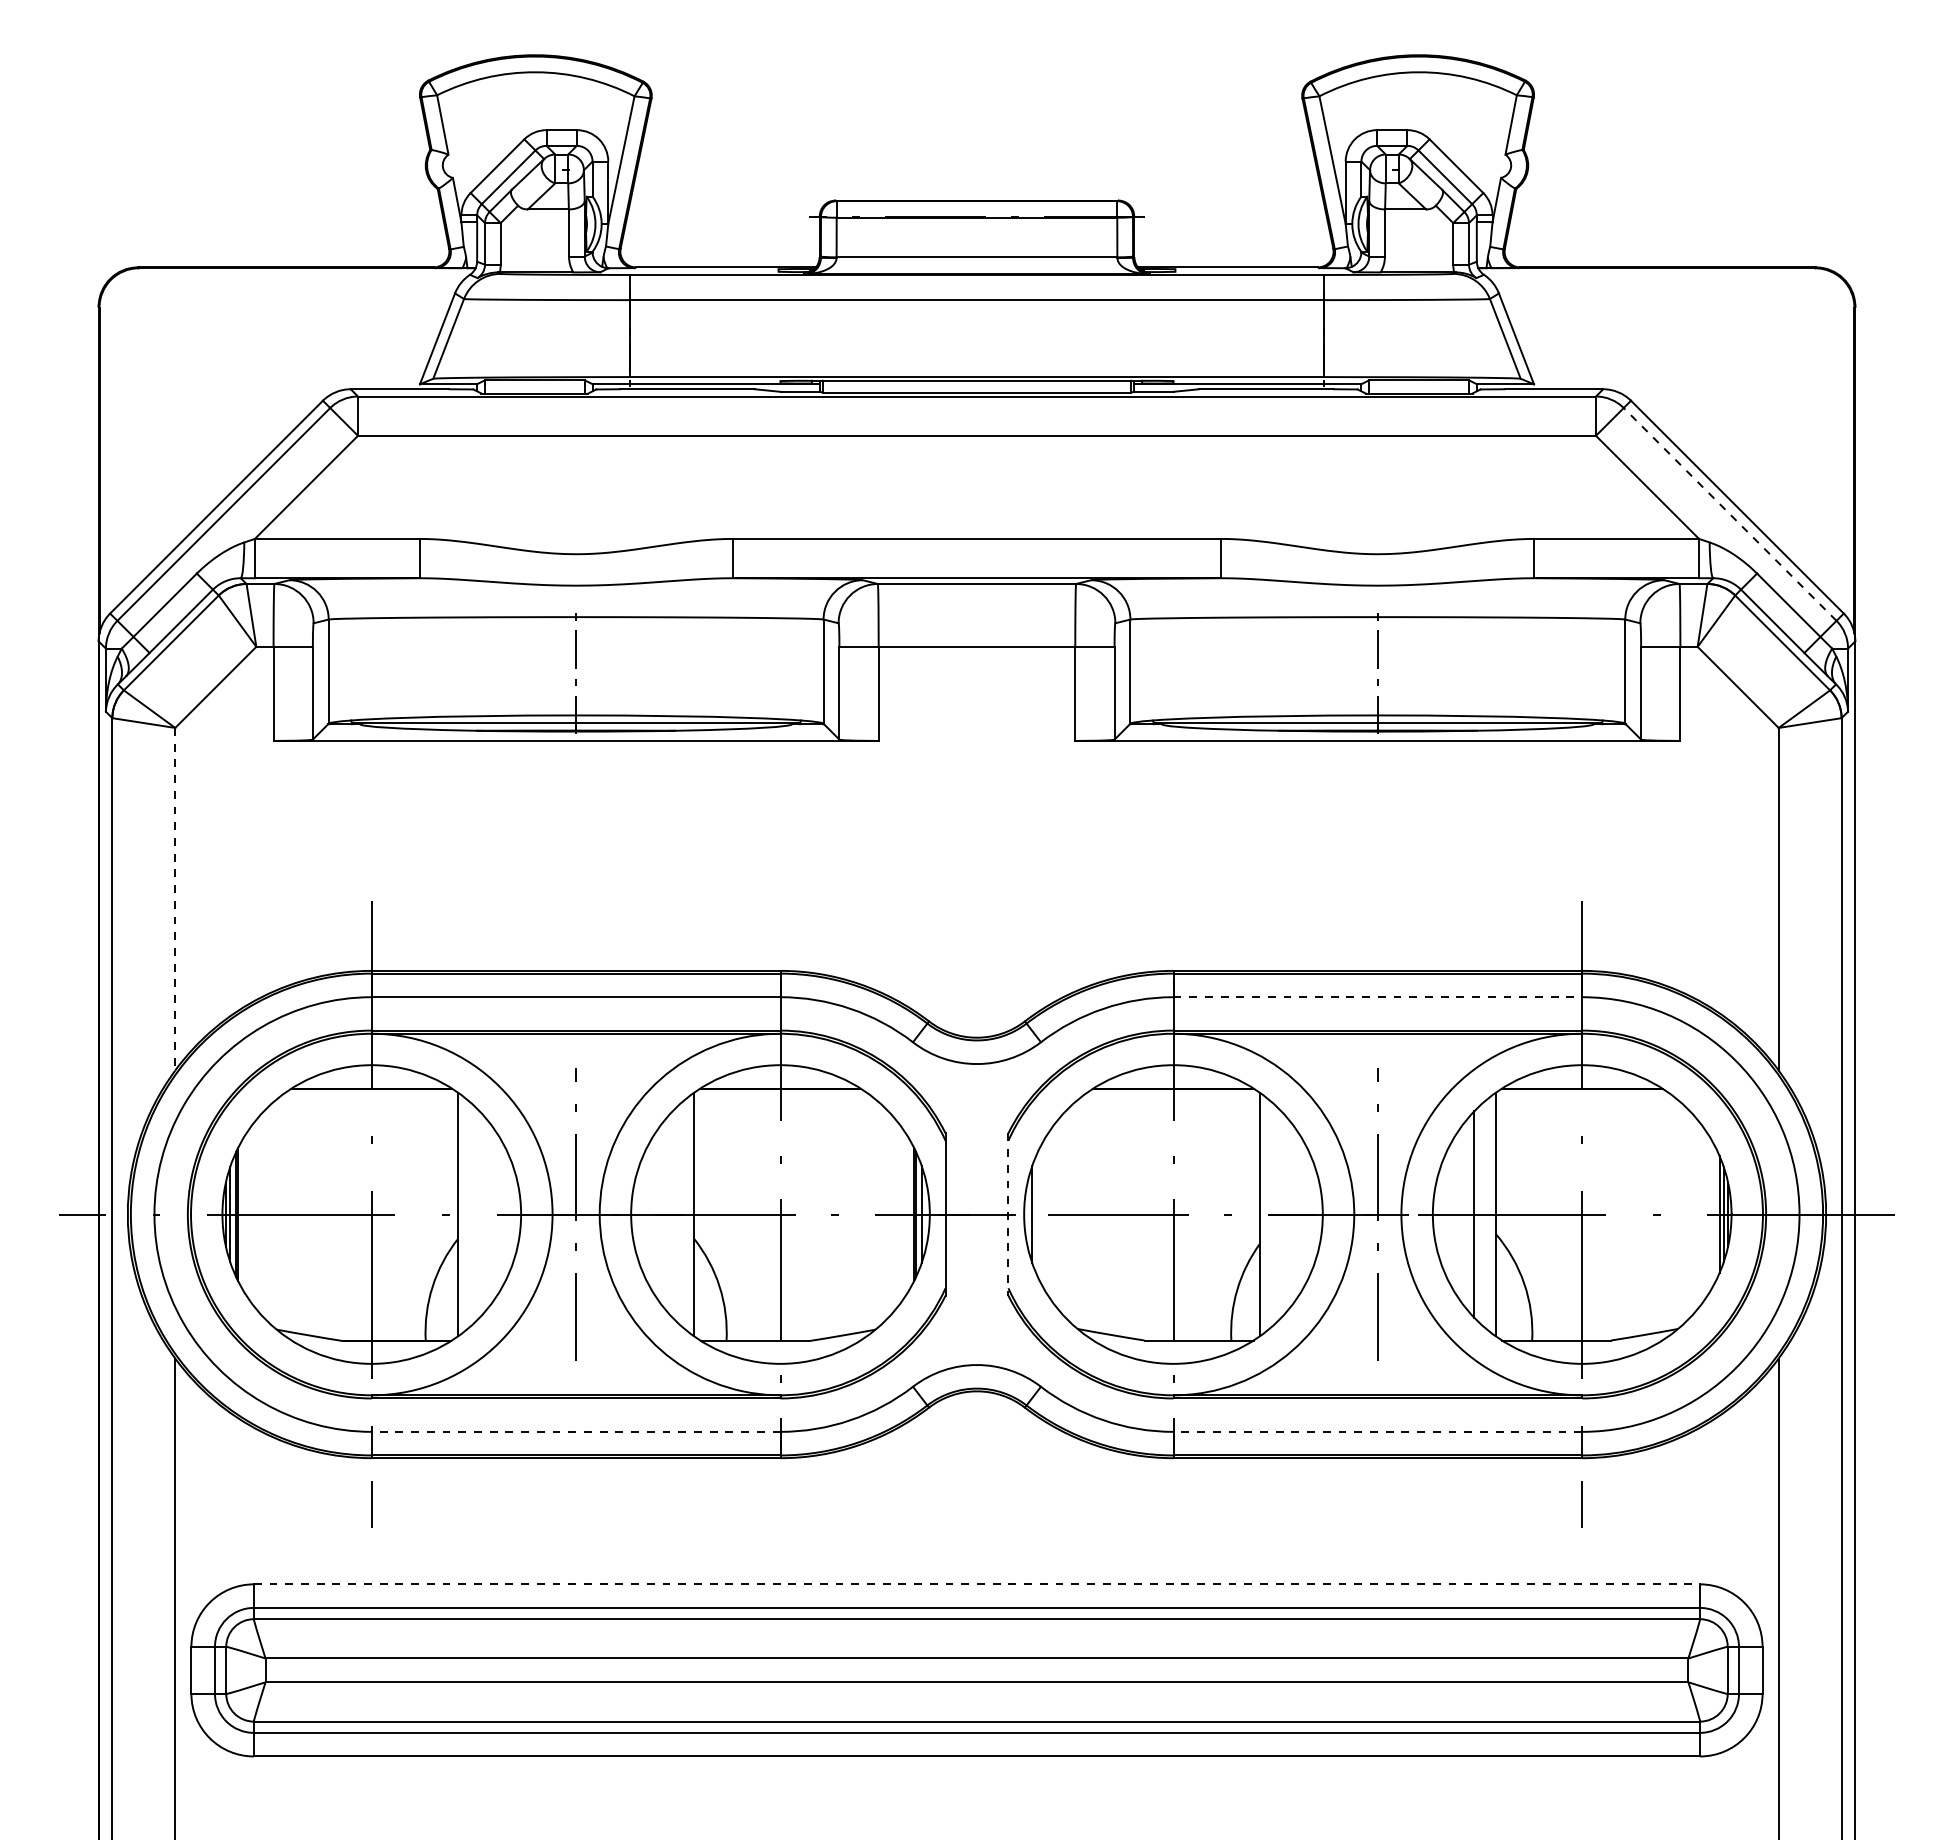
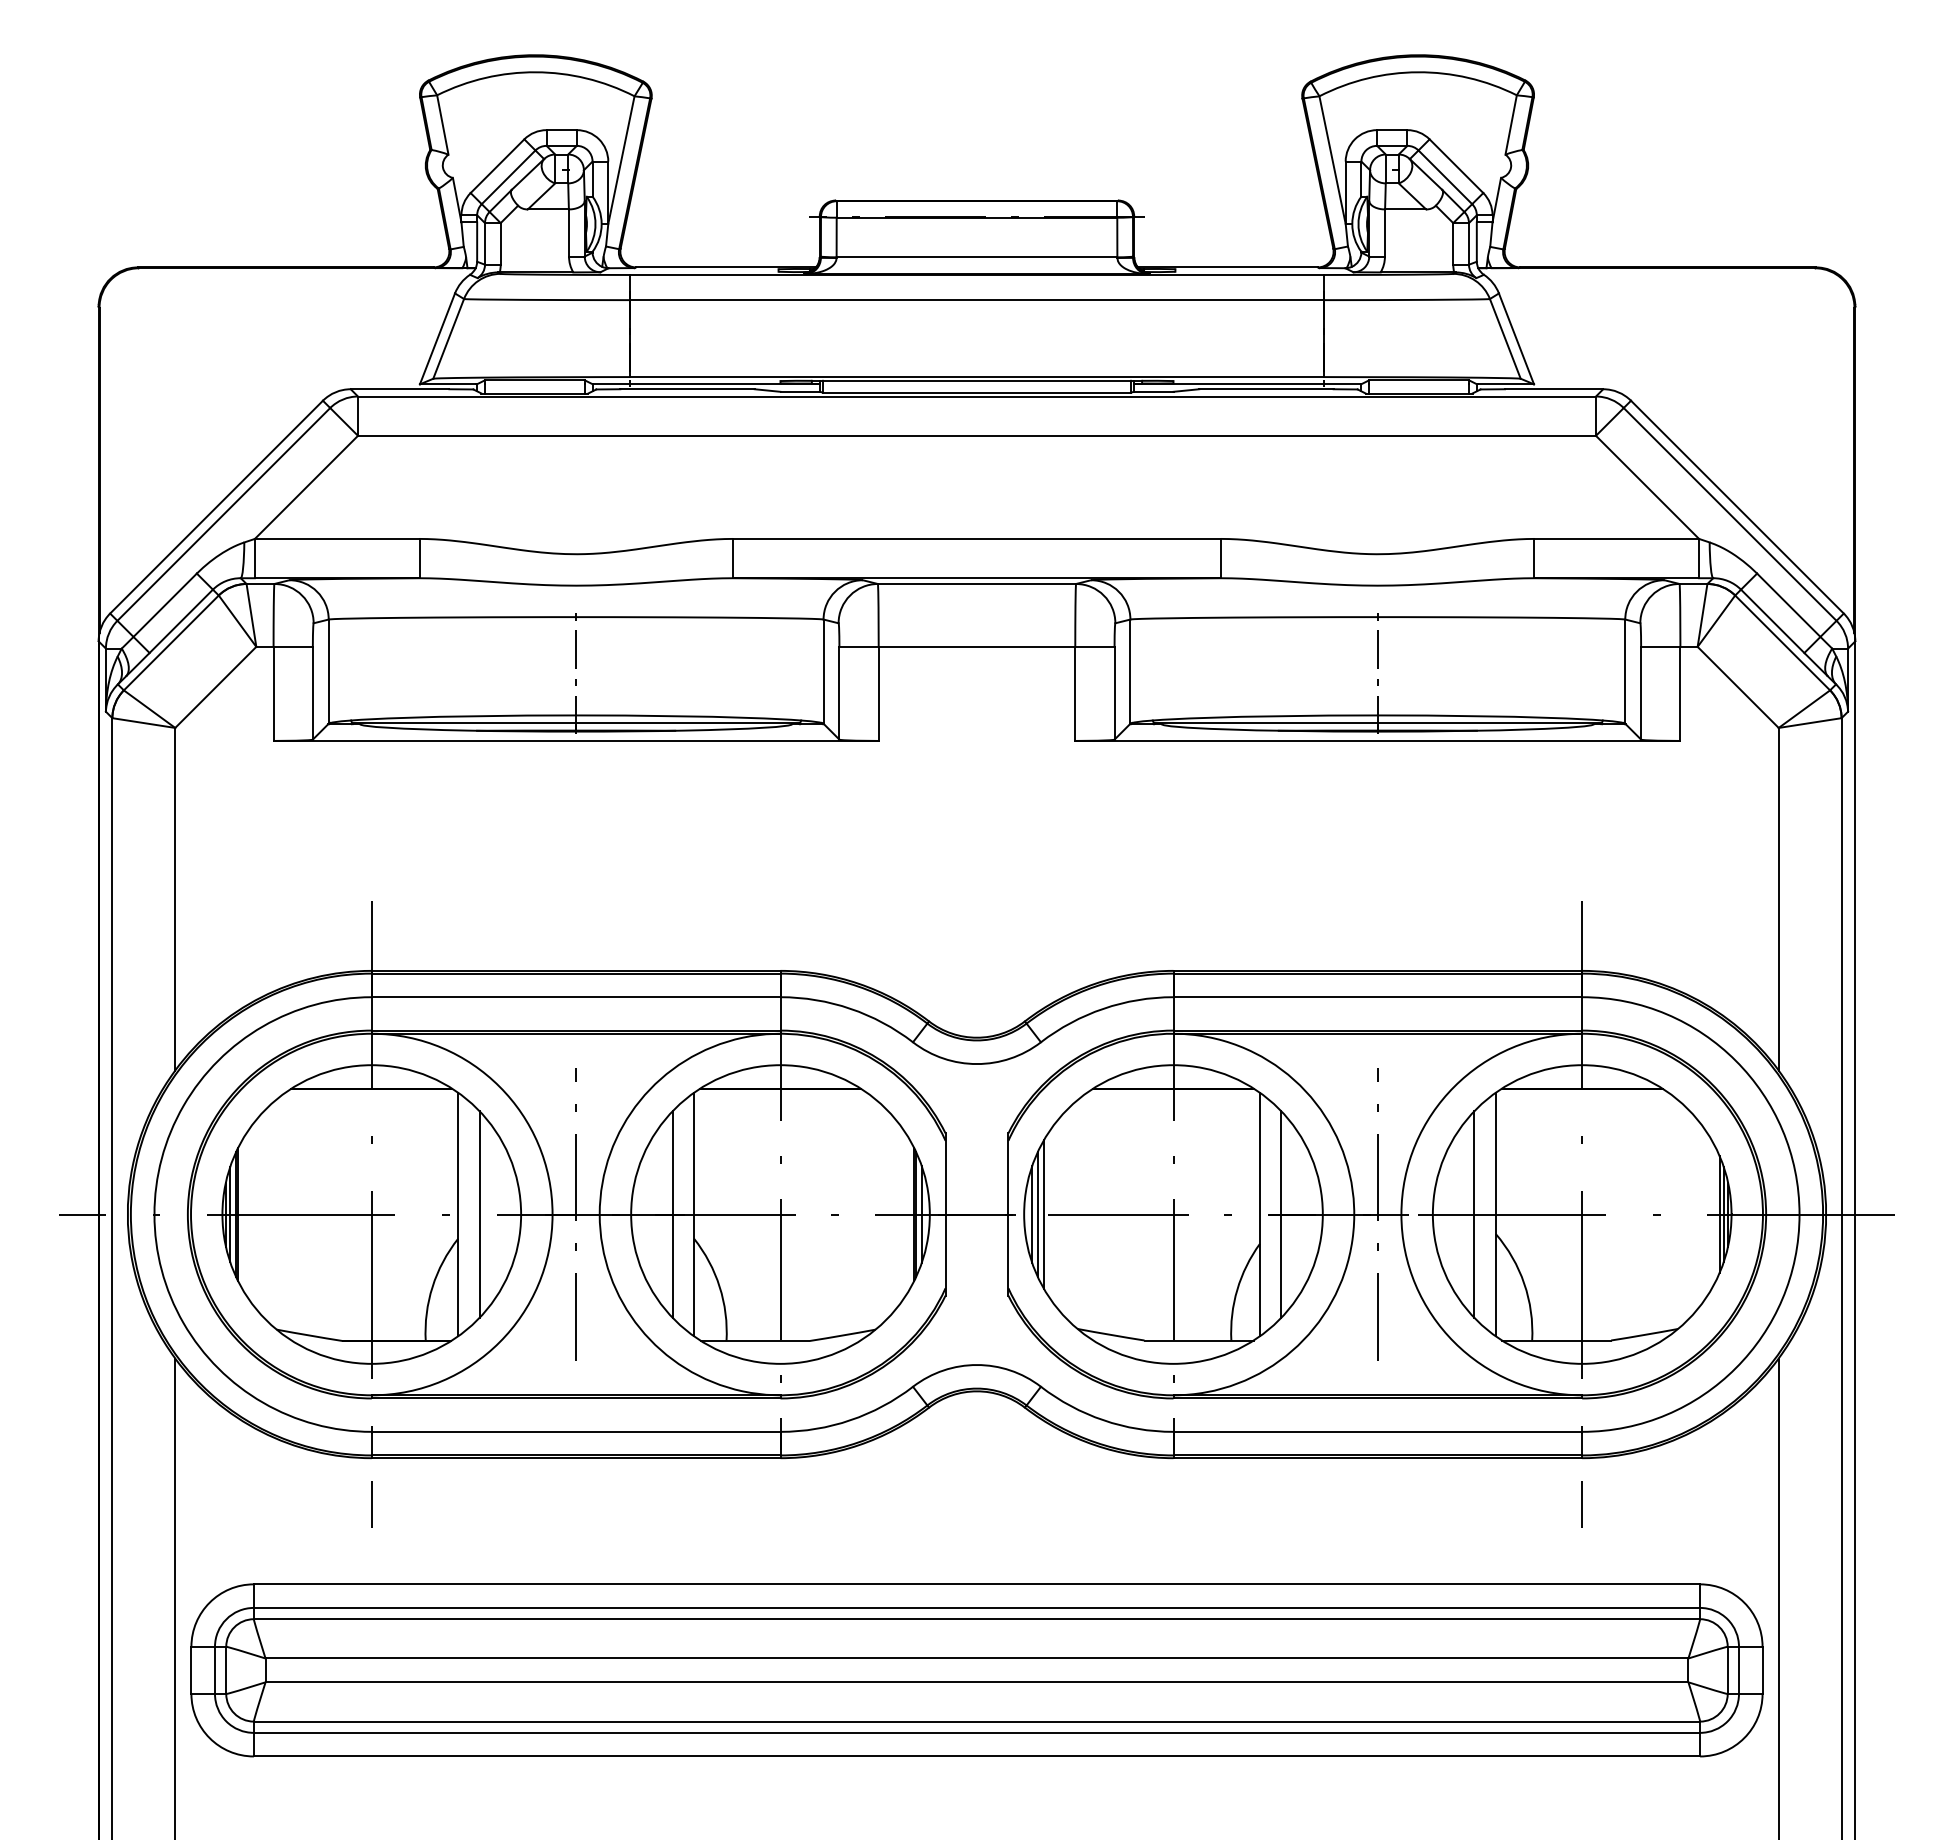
line at (1729, 514): dashed -> solid
line at (175, 899): dashed -> solid
line at (1378, 997): dashed -> solid
line at (479, 1214): none -> present
line at (672, 1214): none -> present
line at (1038, 1214): none -> present
line at (1043, 1214): none -> present
line at (1281, 1214): none -> present
line at (1008, 1215): dashed -> solid
line at (575, 1431): dashed -> solid
line at (1377, 1431): dashed -> solid
line at (977, 1584): dashed -> solid
